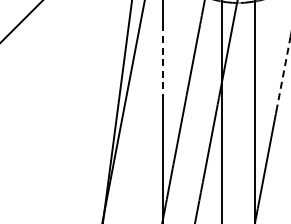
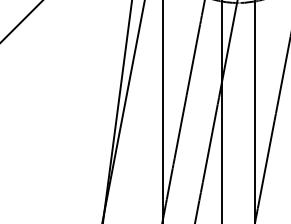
line at (163, 60): dashed -> solid
line at (283, 71): dashed -> solid
